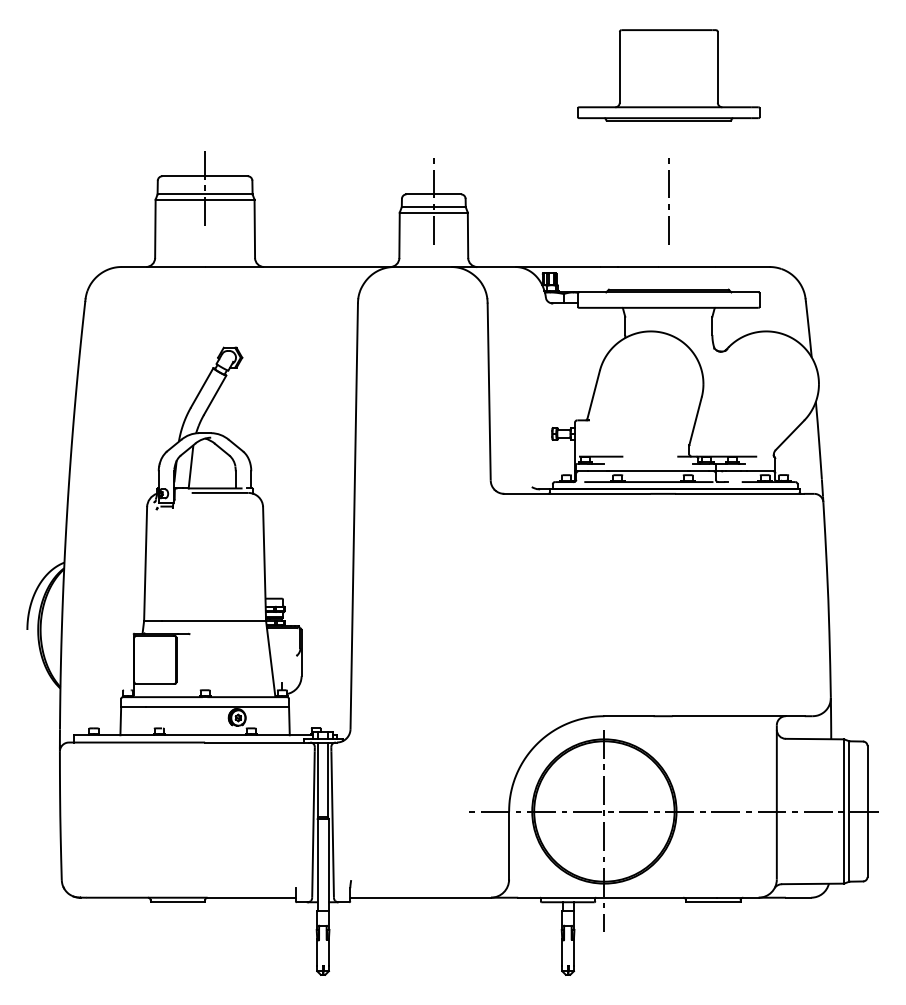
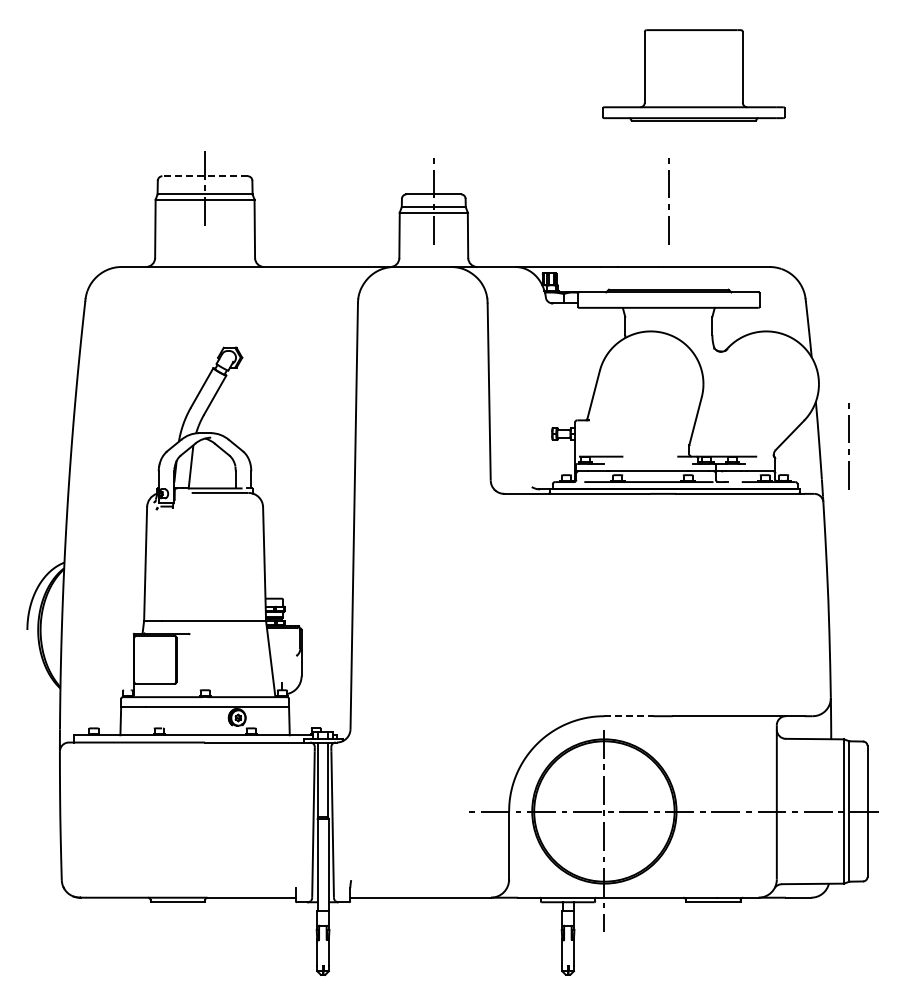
part at (668, 75) position: (668, 75) -> (693, 75)
line at (205, 176): solid -> dashed
line at (848, 449): none -> present
line at (628, 716): solid -> dashed
